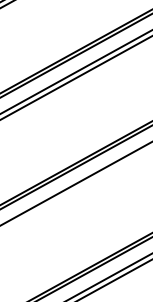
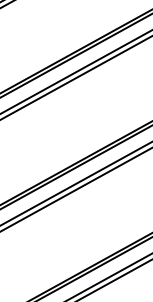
line at (75, 189): none -> present
